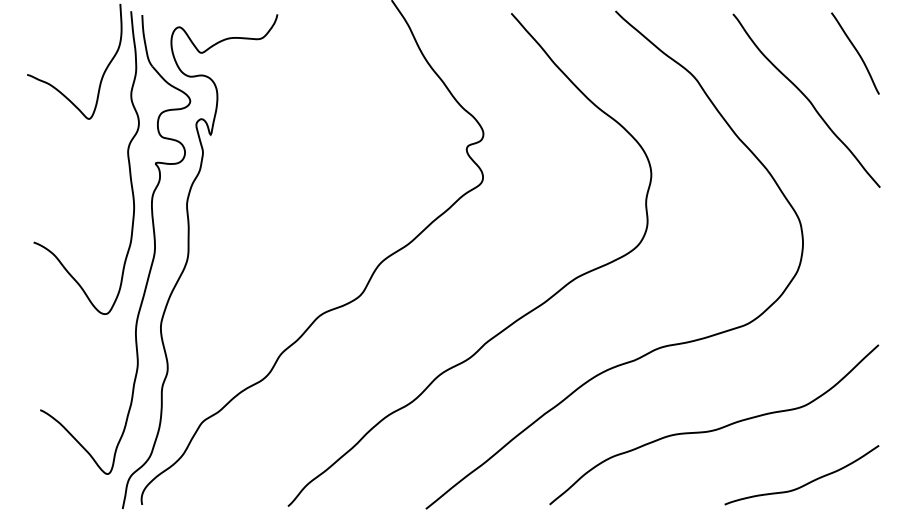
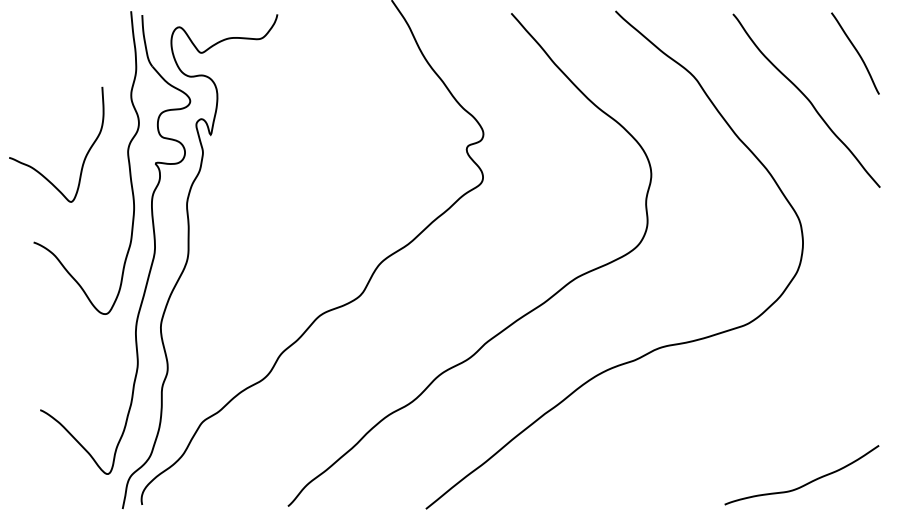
curve at (102, 74) position: (102, 74) -> (84, 157)
curve at (716, 428): present -> none
